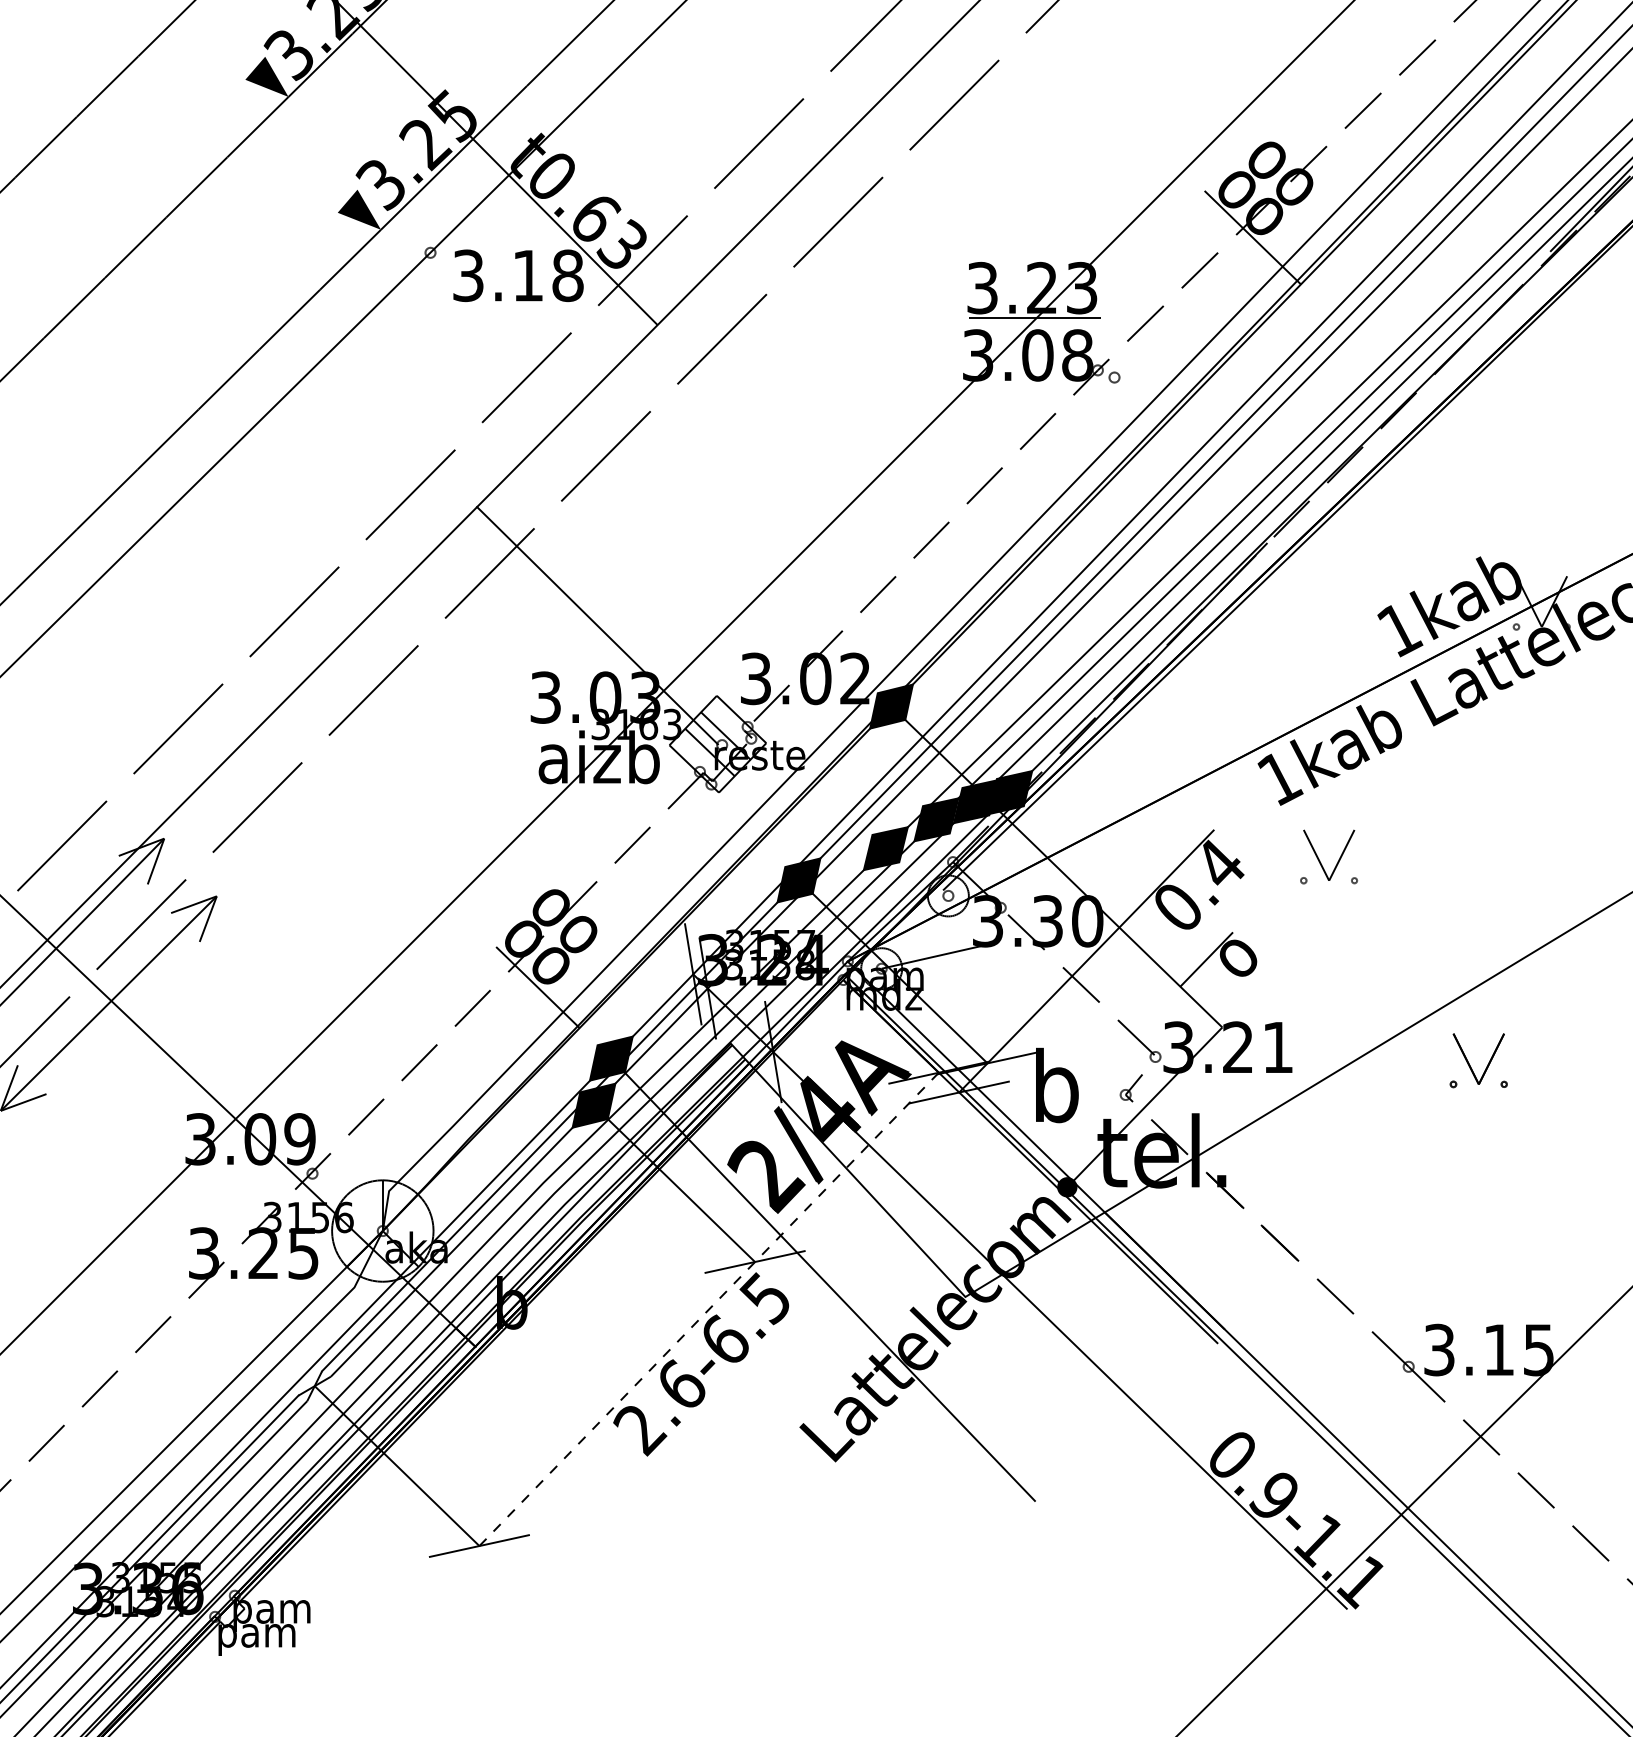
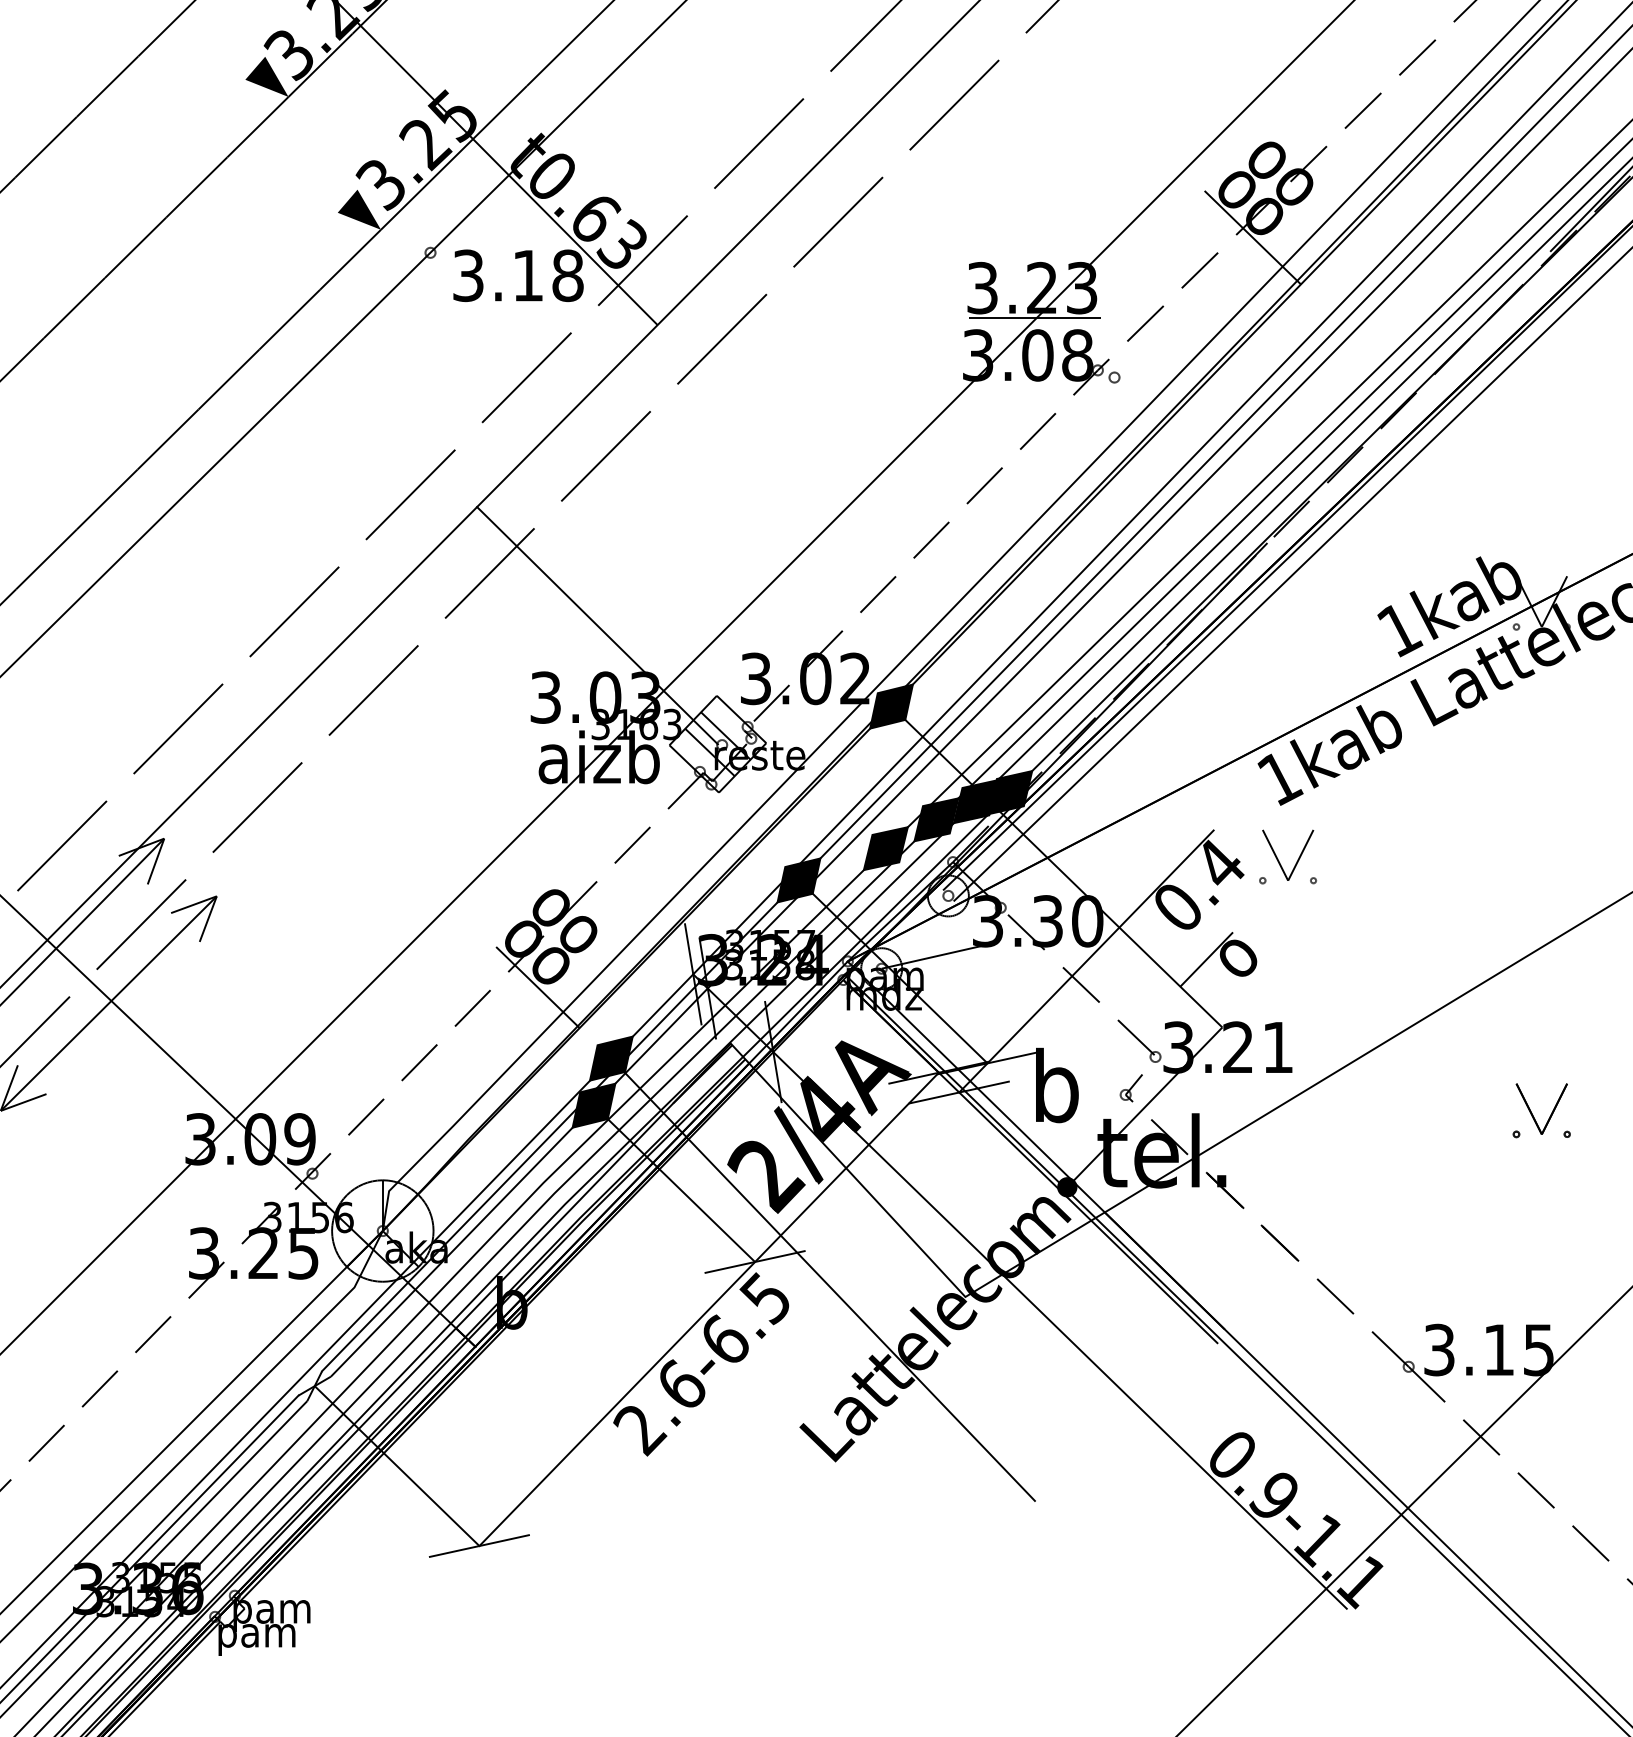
line at (1291, 575): none -> present
part at (1320, 860) position: (1320, 860) -> (1279, 860)
part at (1470, 1065) position: (1470, 1065) -> (1533, 1115)
line at (709, 1309): dashed -> solid
